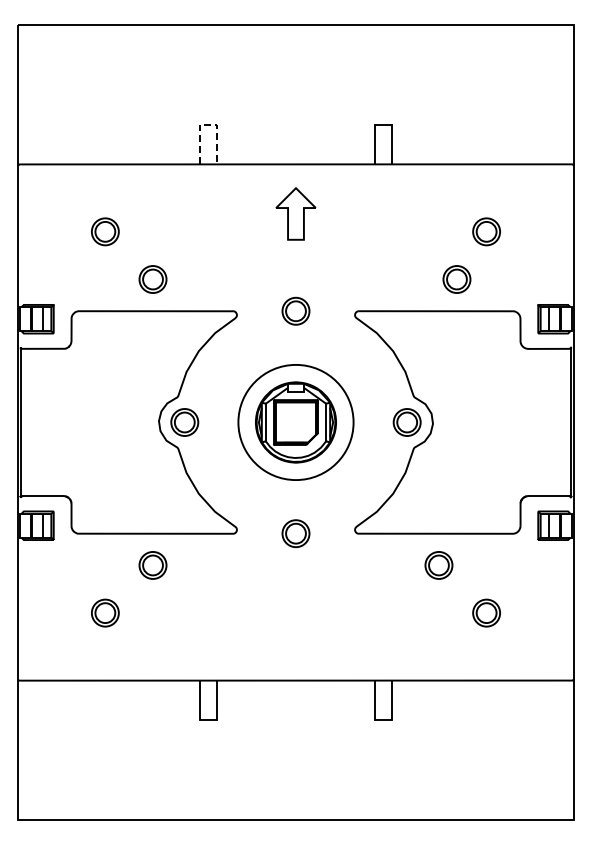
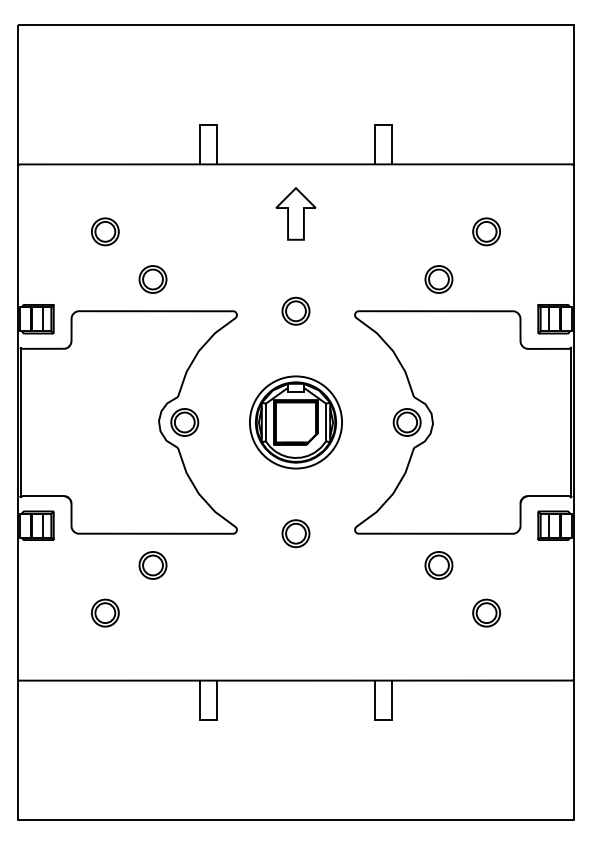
line at (208, 124): dashed -> solid
part at (456, 279) position: (456, 279) -> (438, 279)
circle at (295, 422) diameter: 115 px -> 92 px
